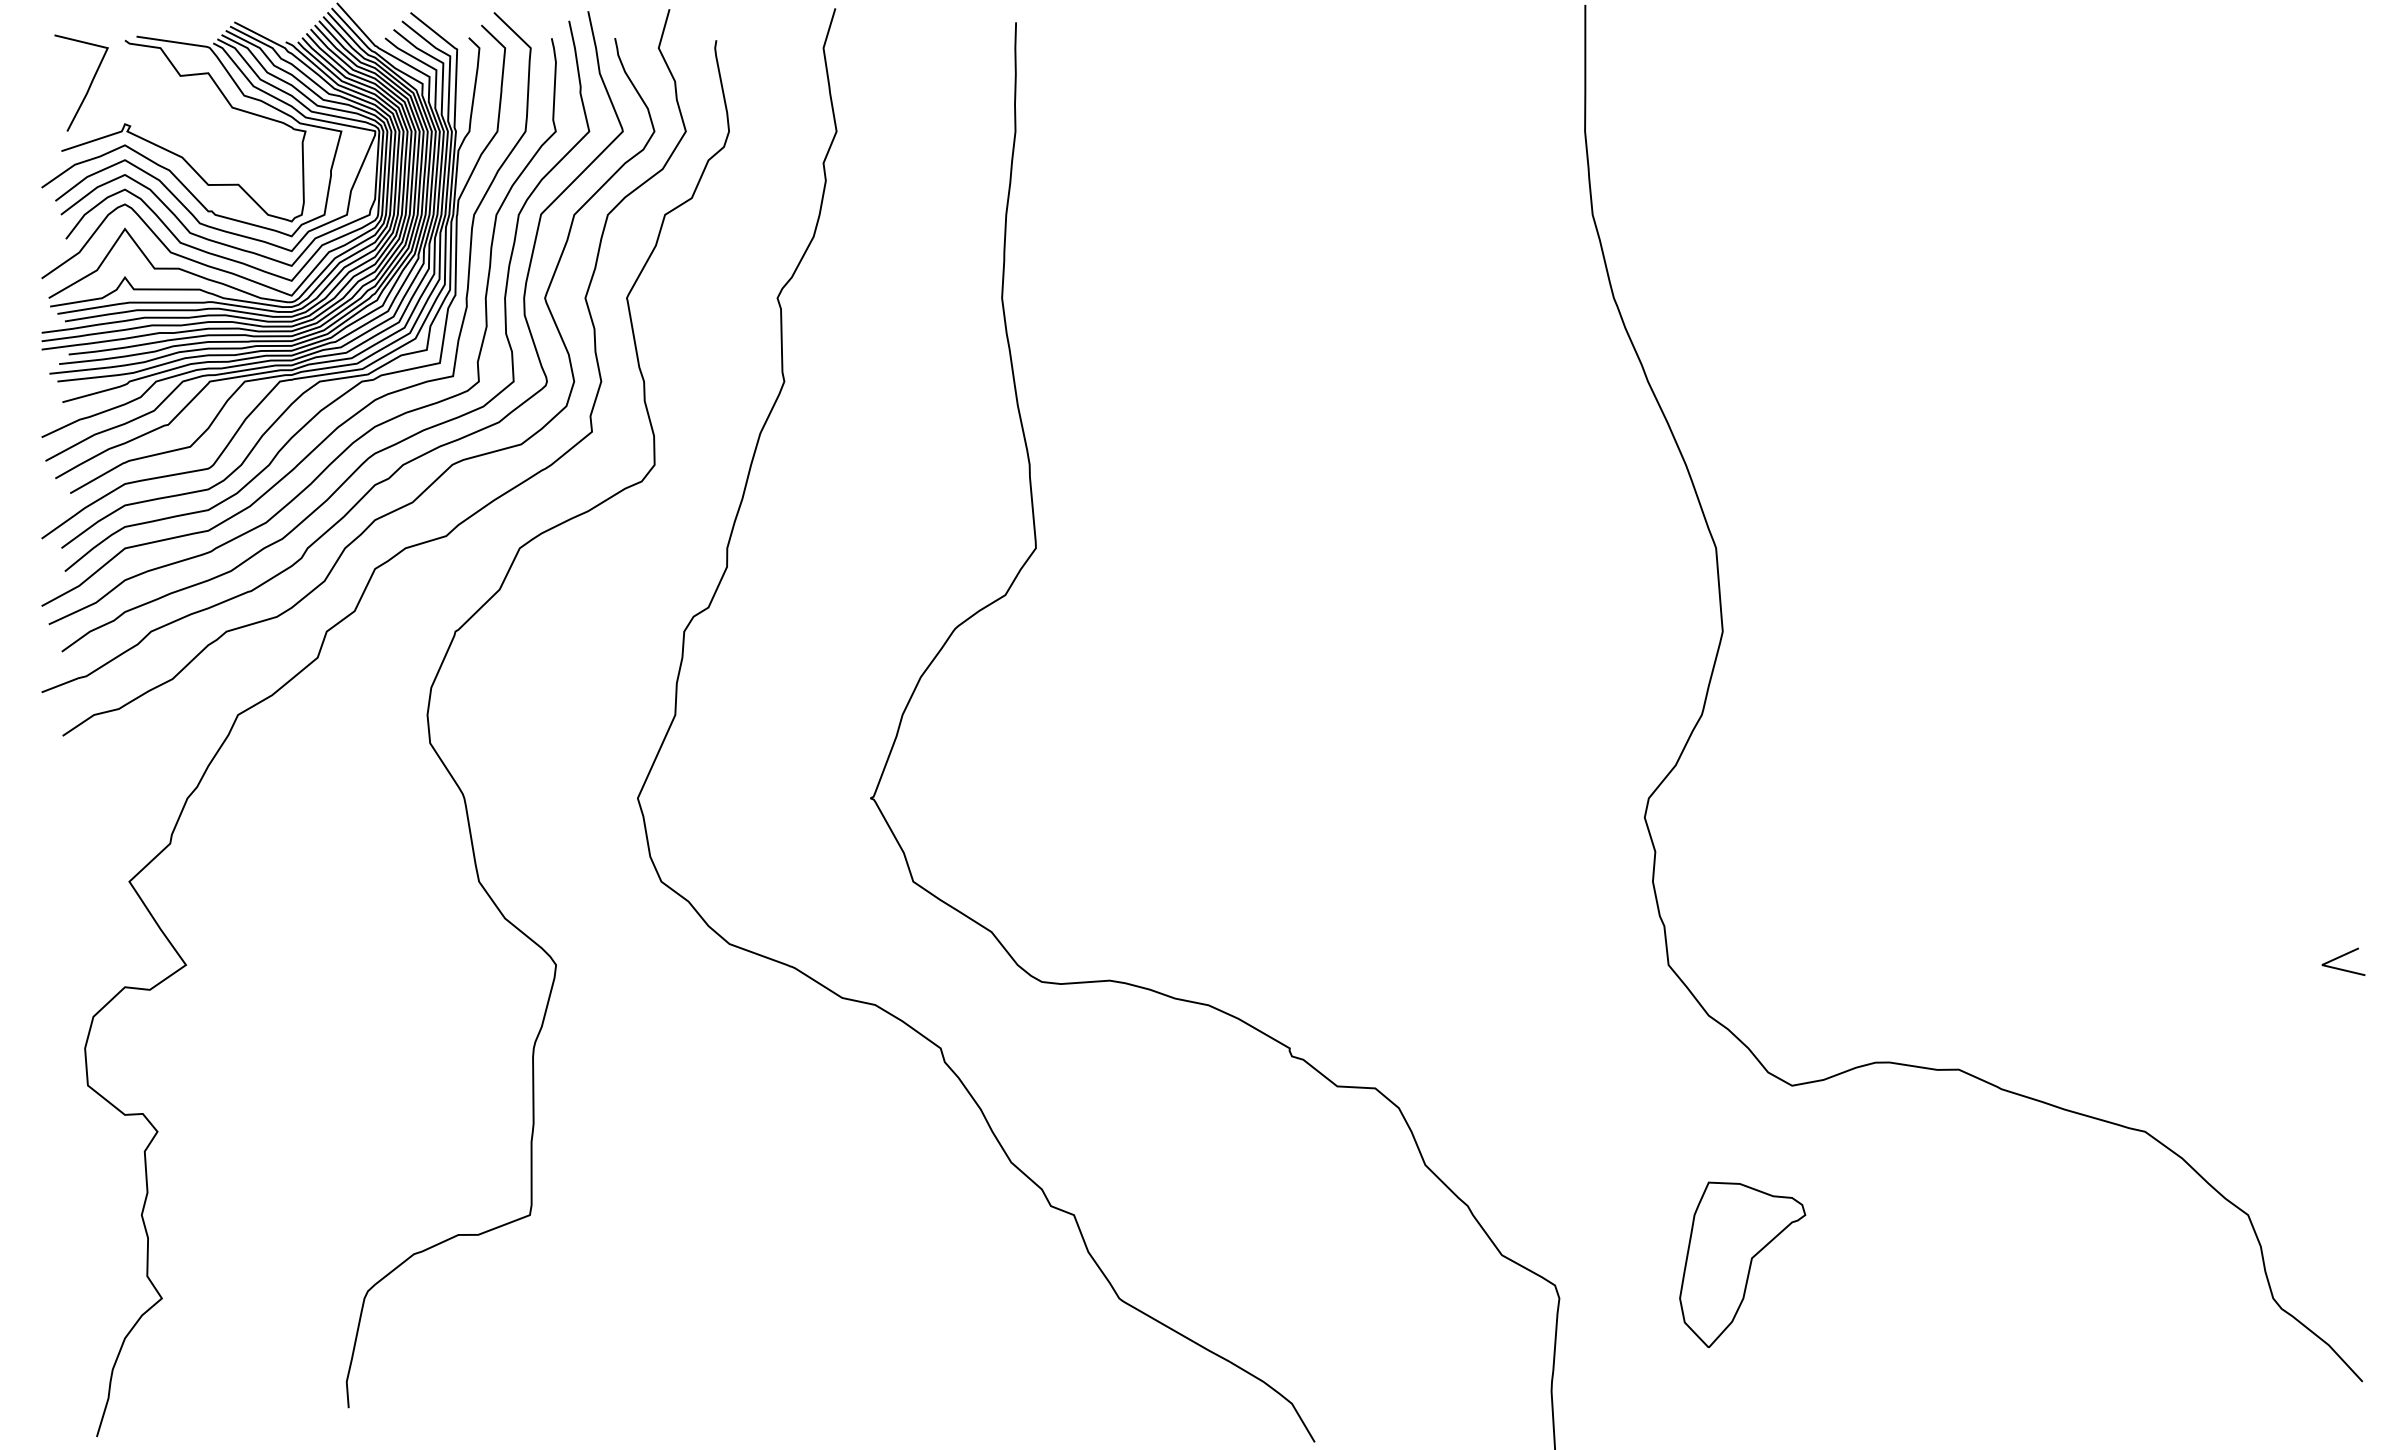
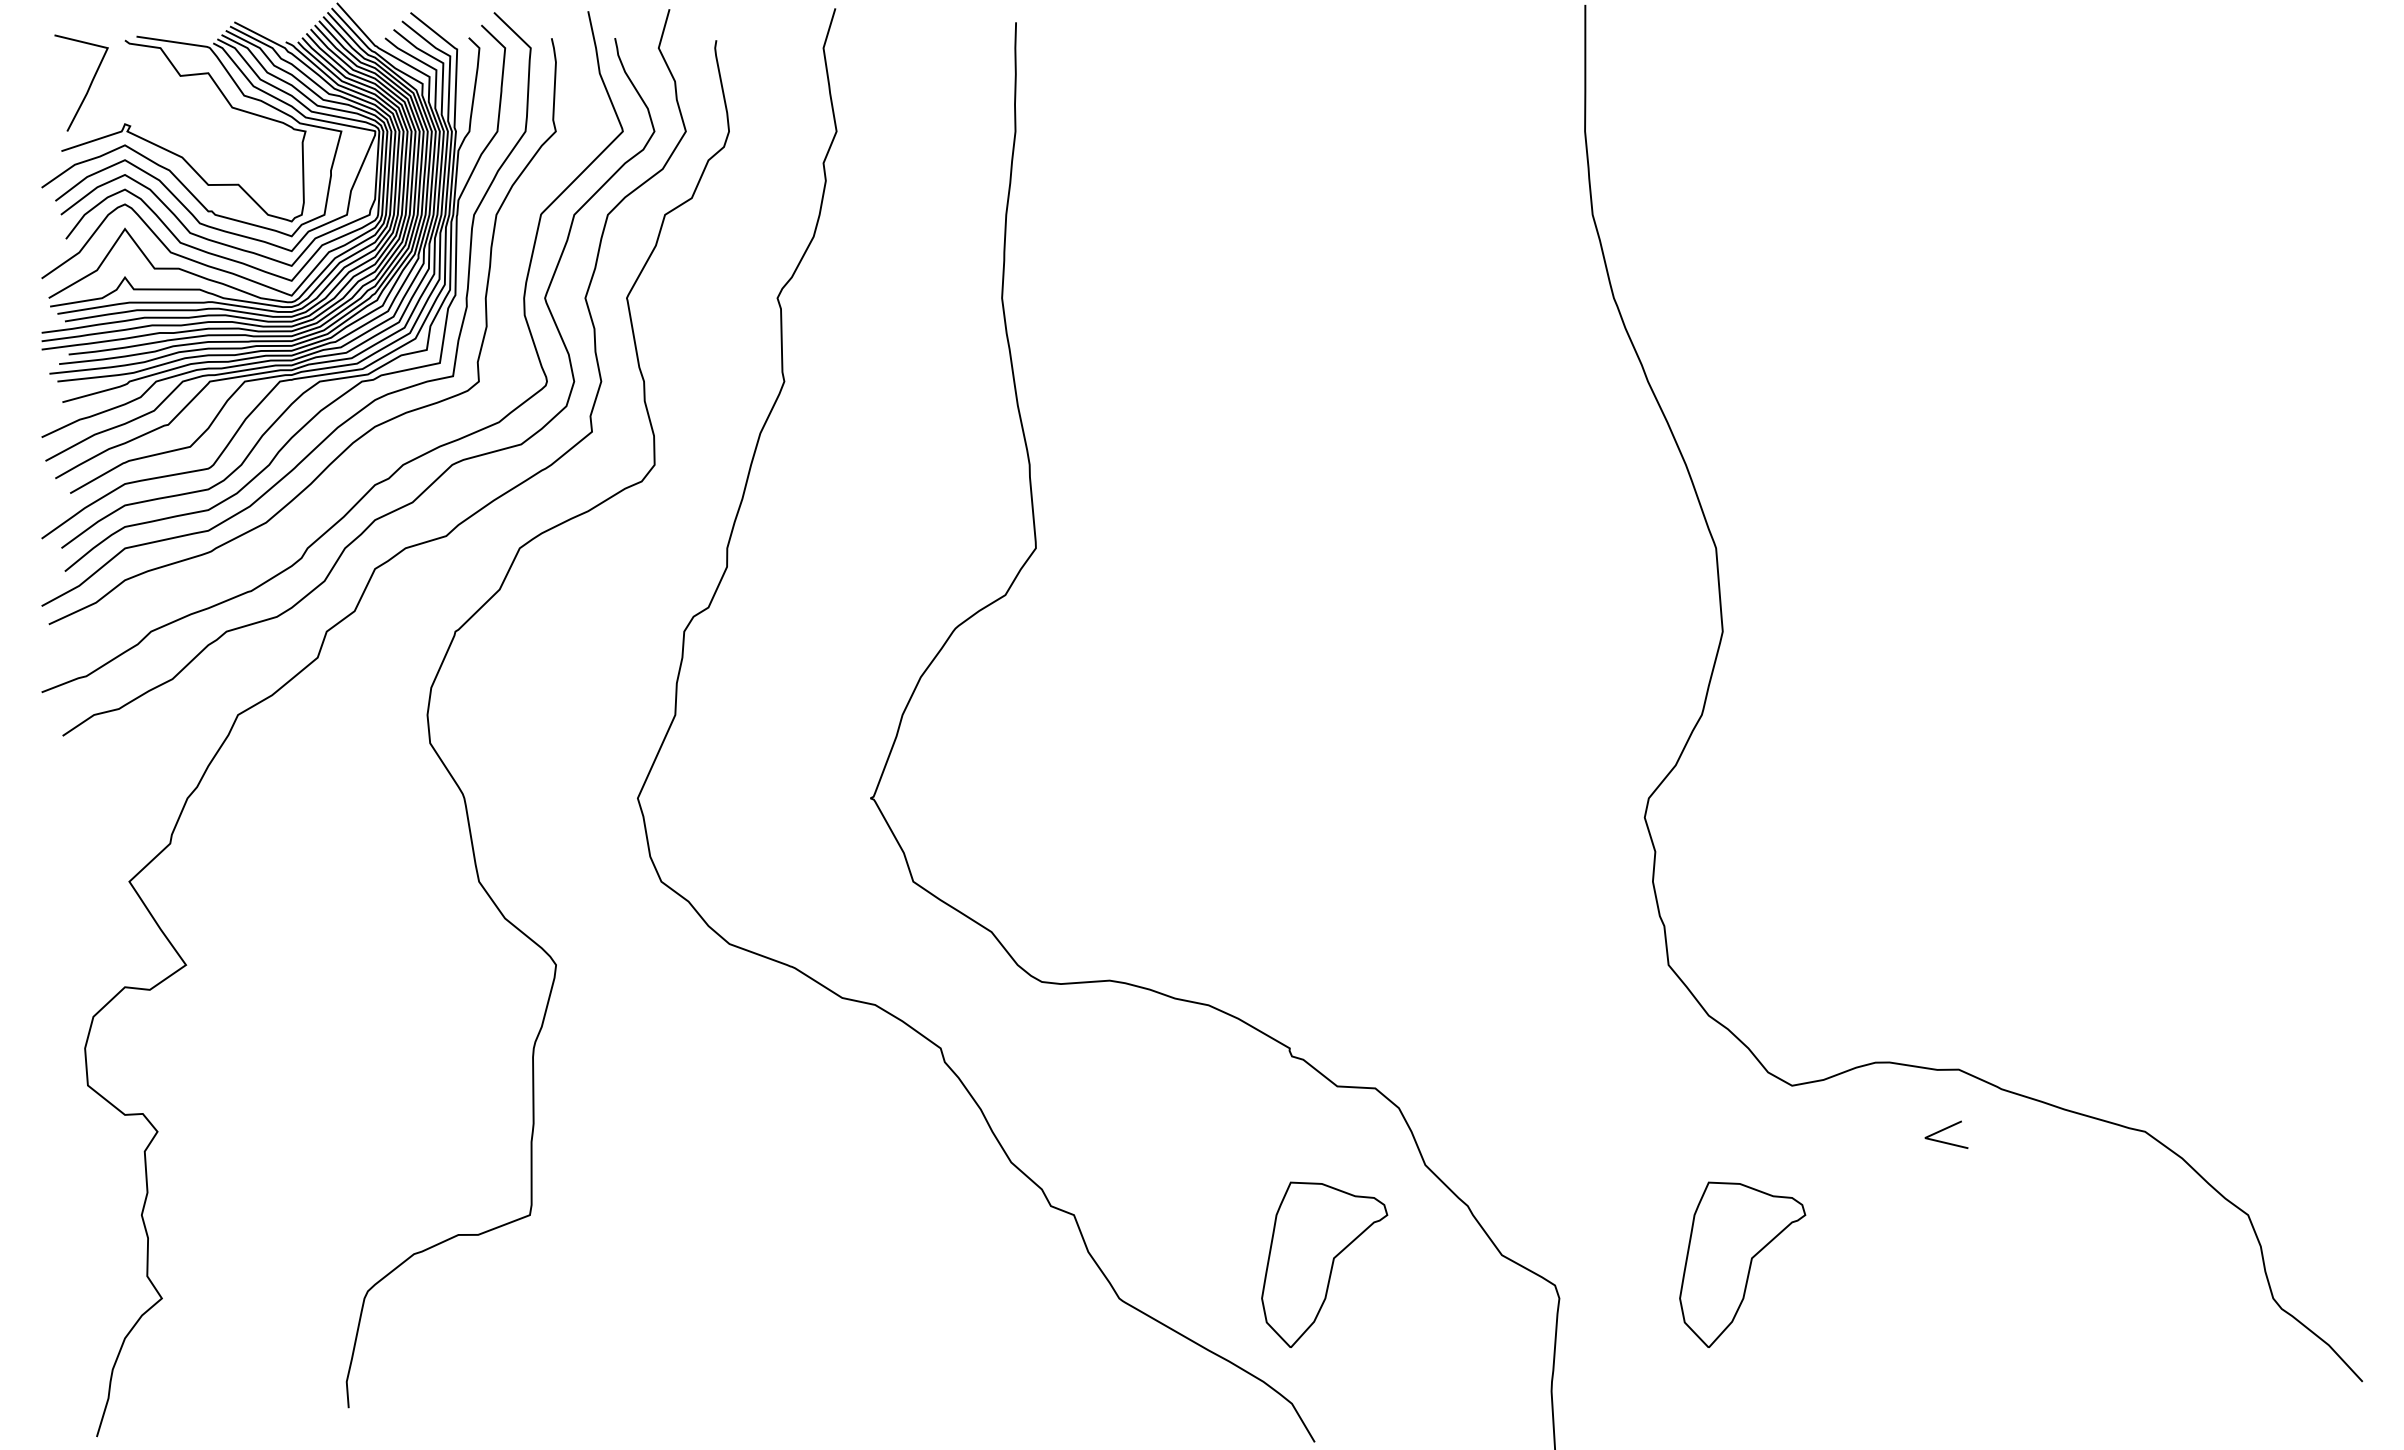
curve at (376, 451): present -> none
line at (2341, 957) position: (2341, 957) -> (1944, 1130)
part at (1324, 1264): none -> present
